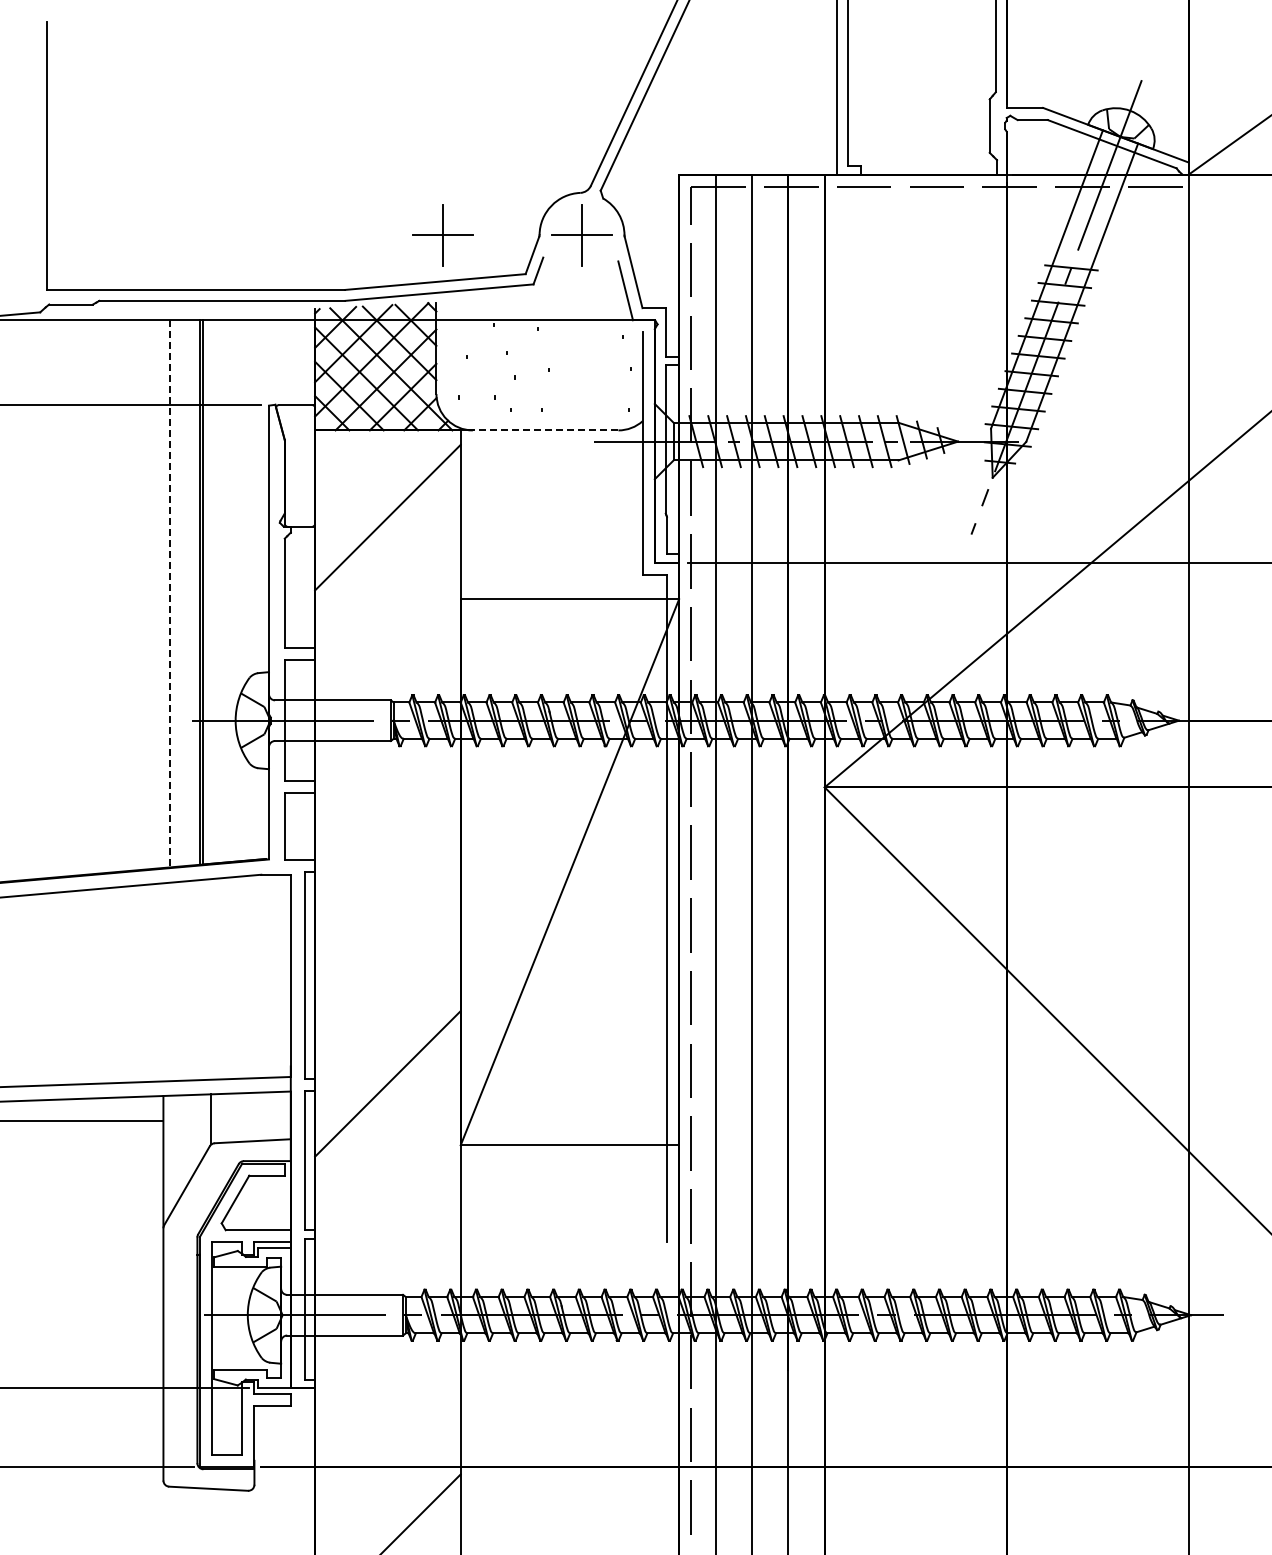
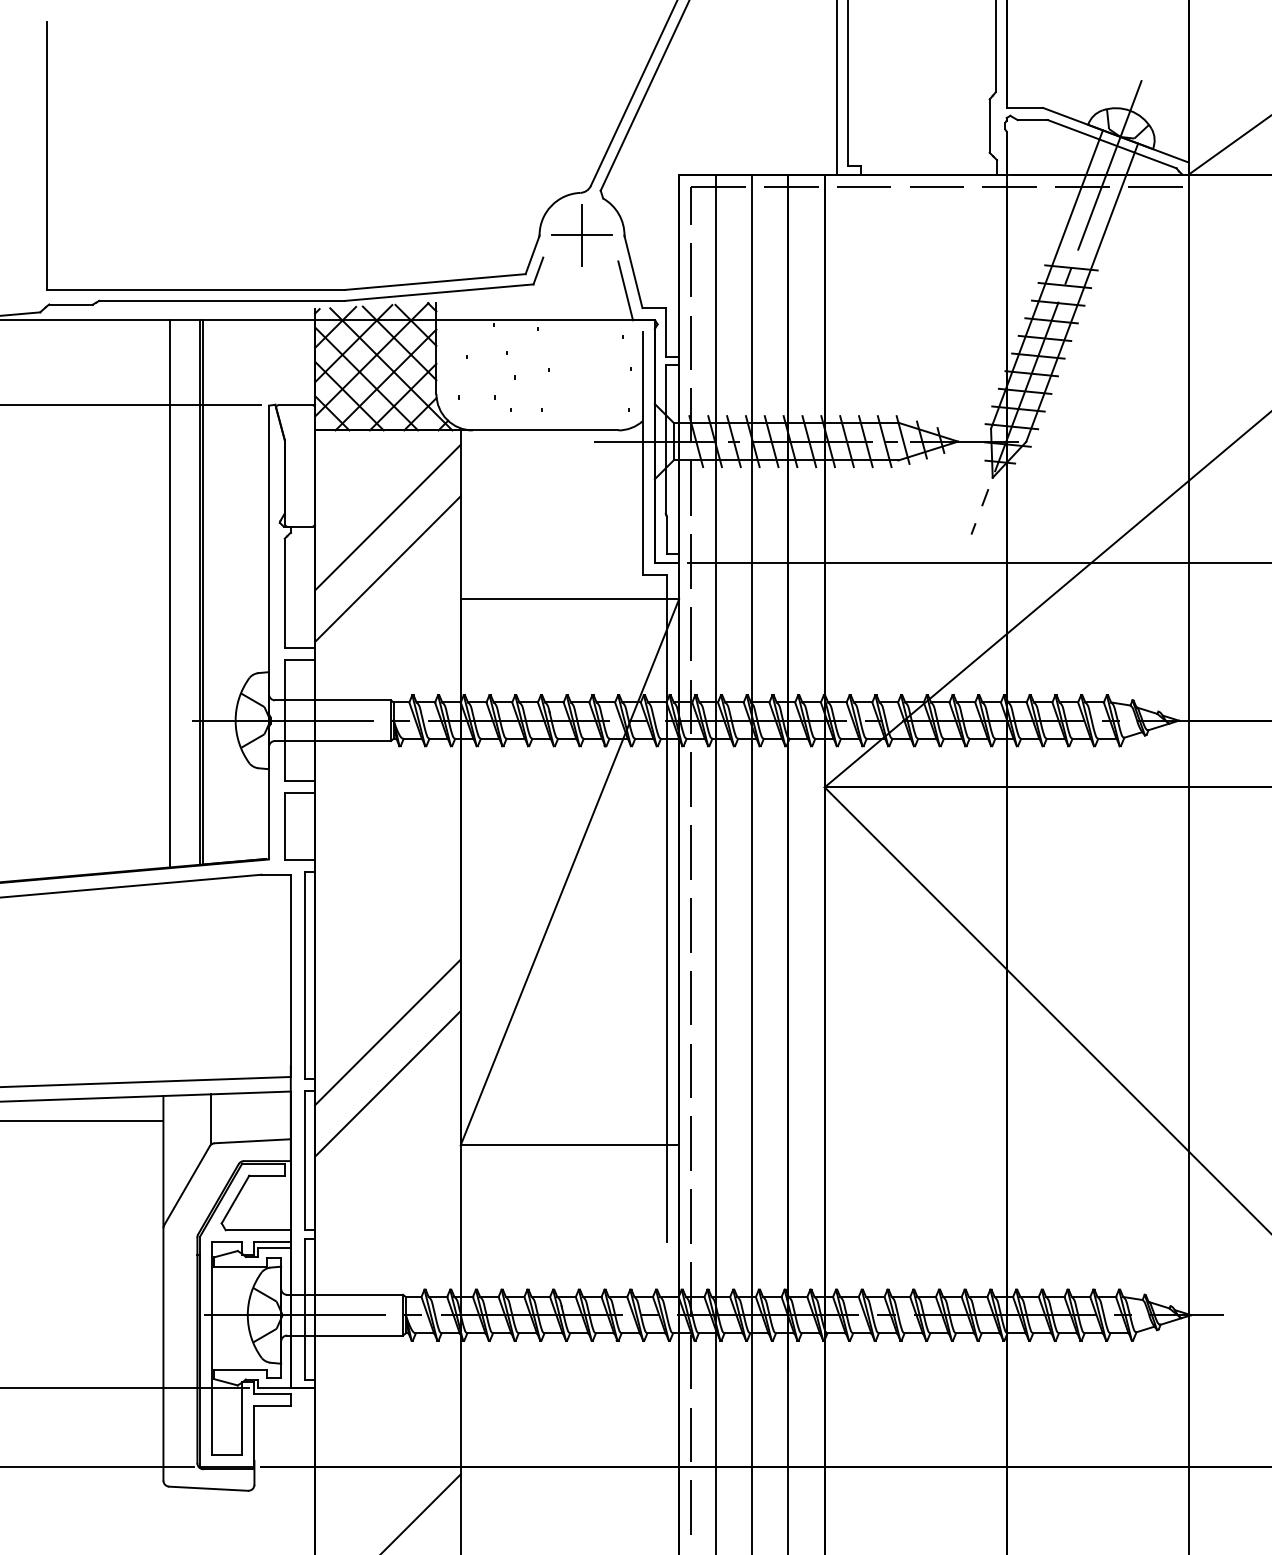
part at (442, 235): present -> none
line at (545, 430): dashed -> solid
line at (387, 568): none -> present
line at (169, 593): dashed -> solid
line at (387, 1032): none -> present
